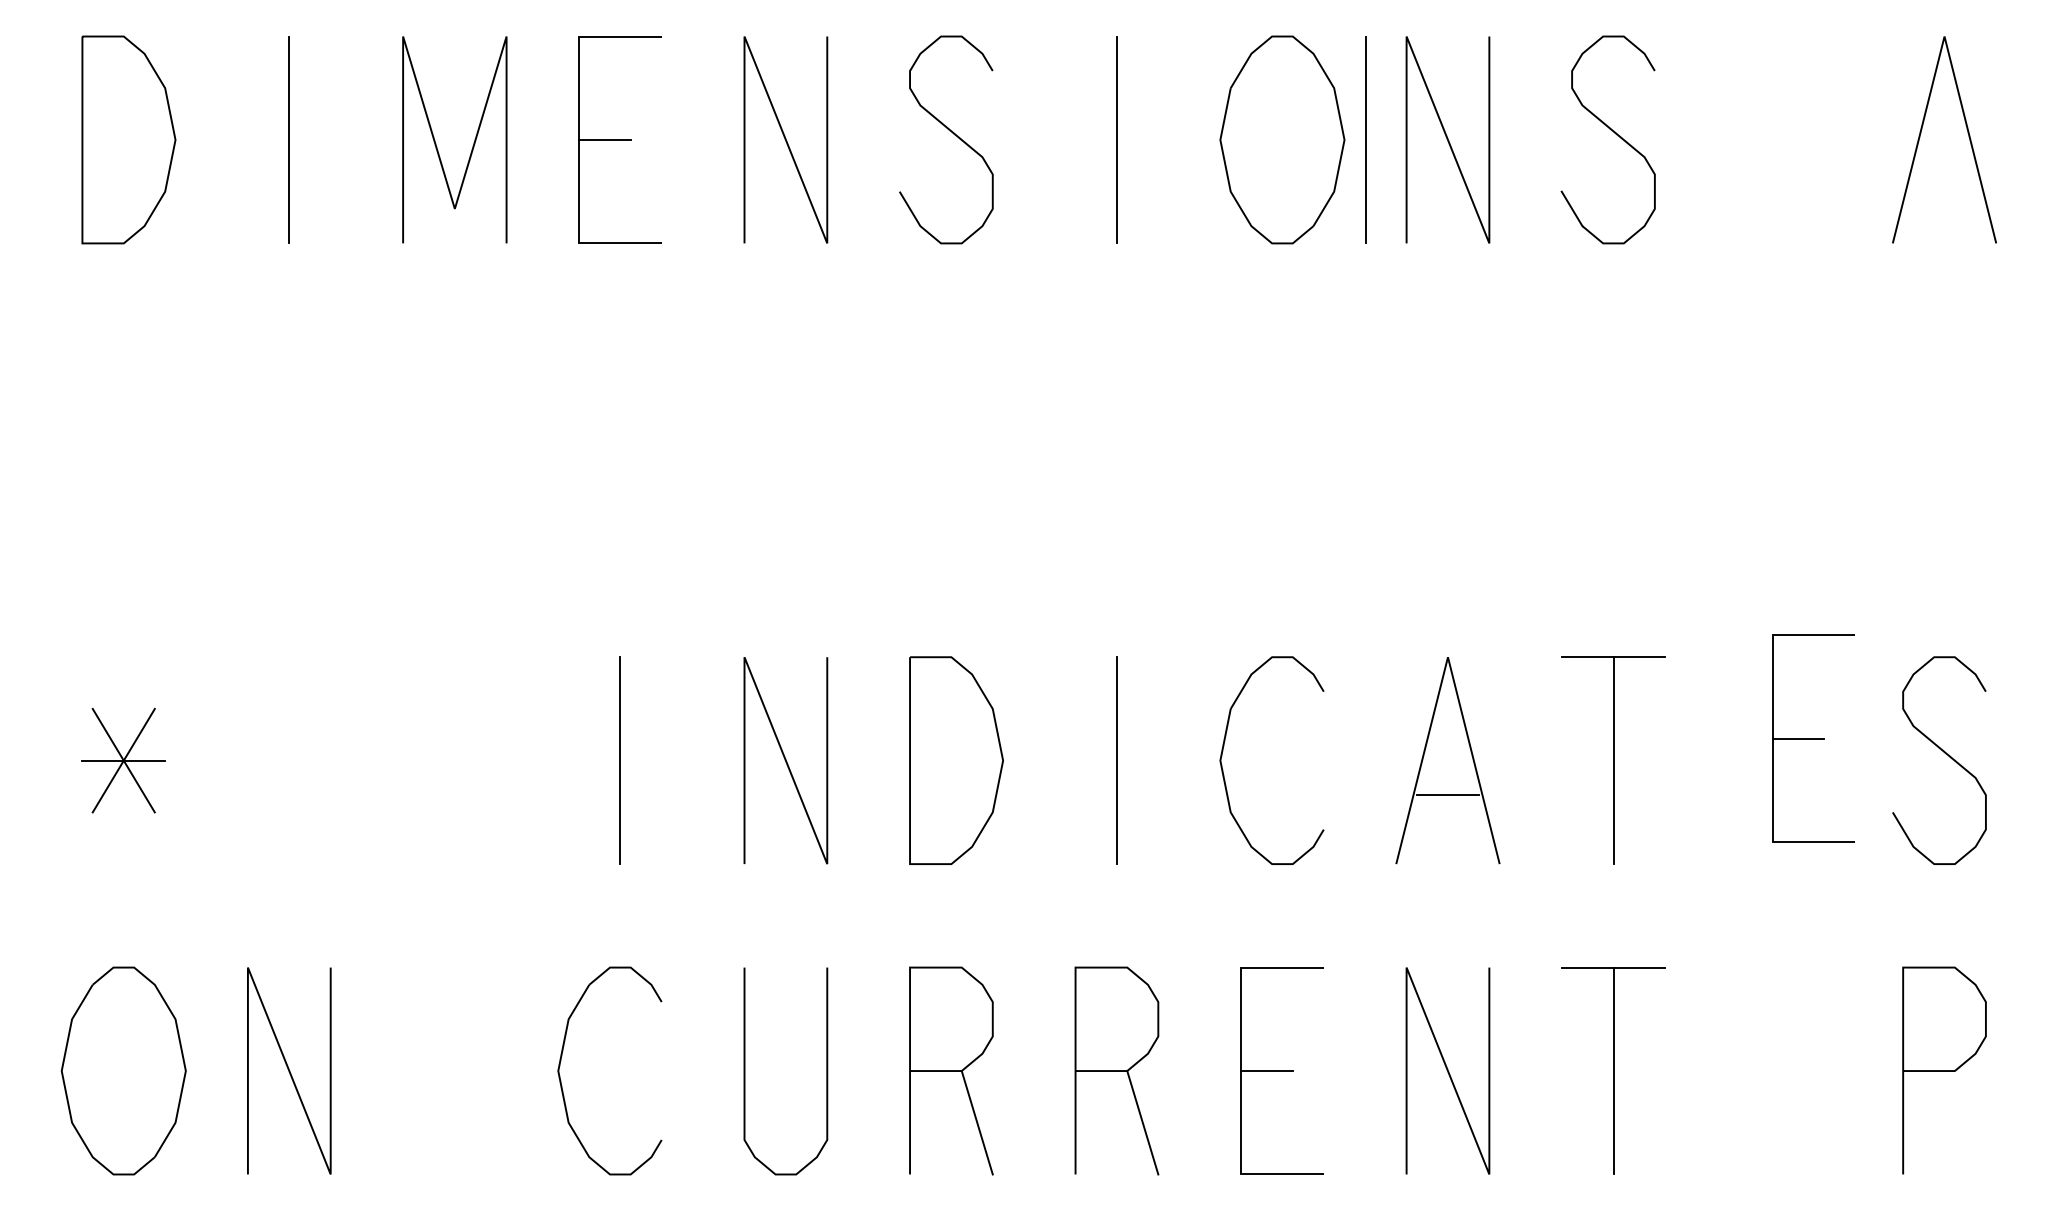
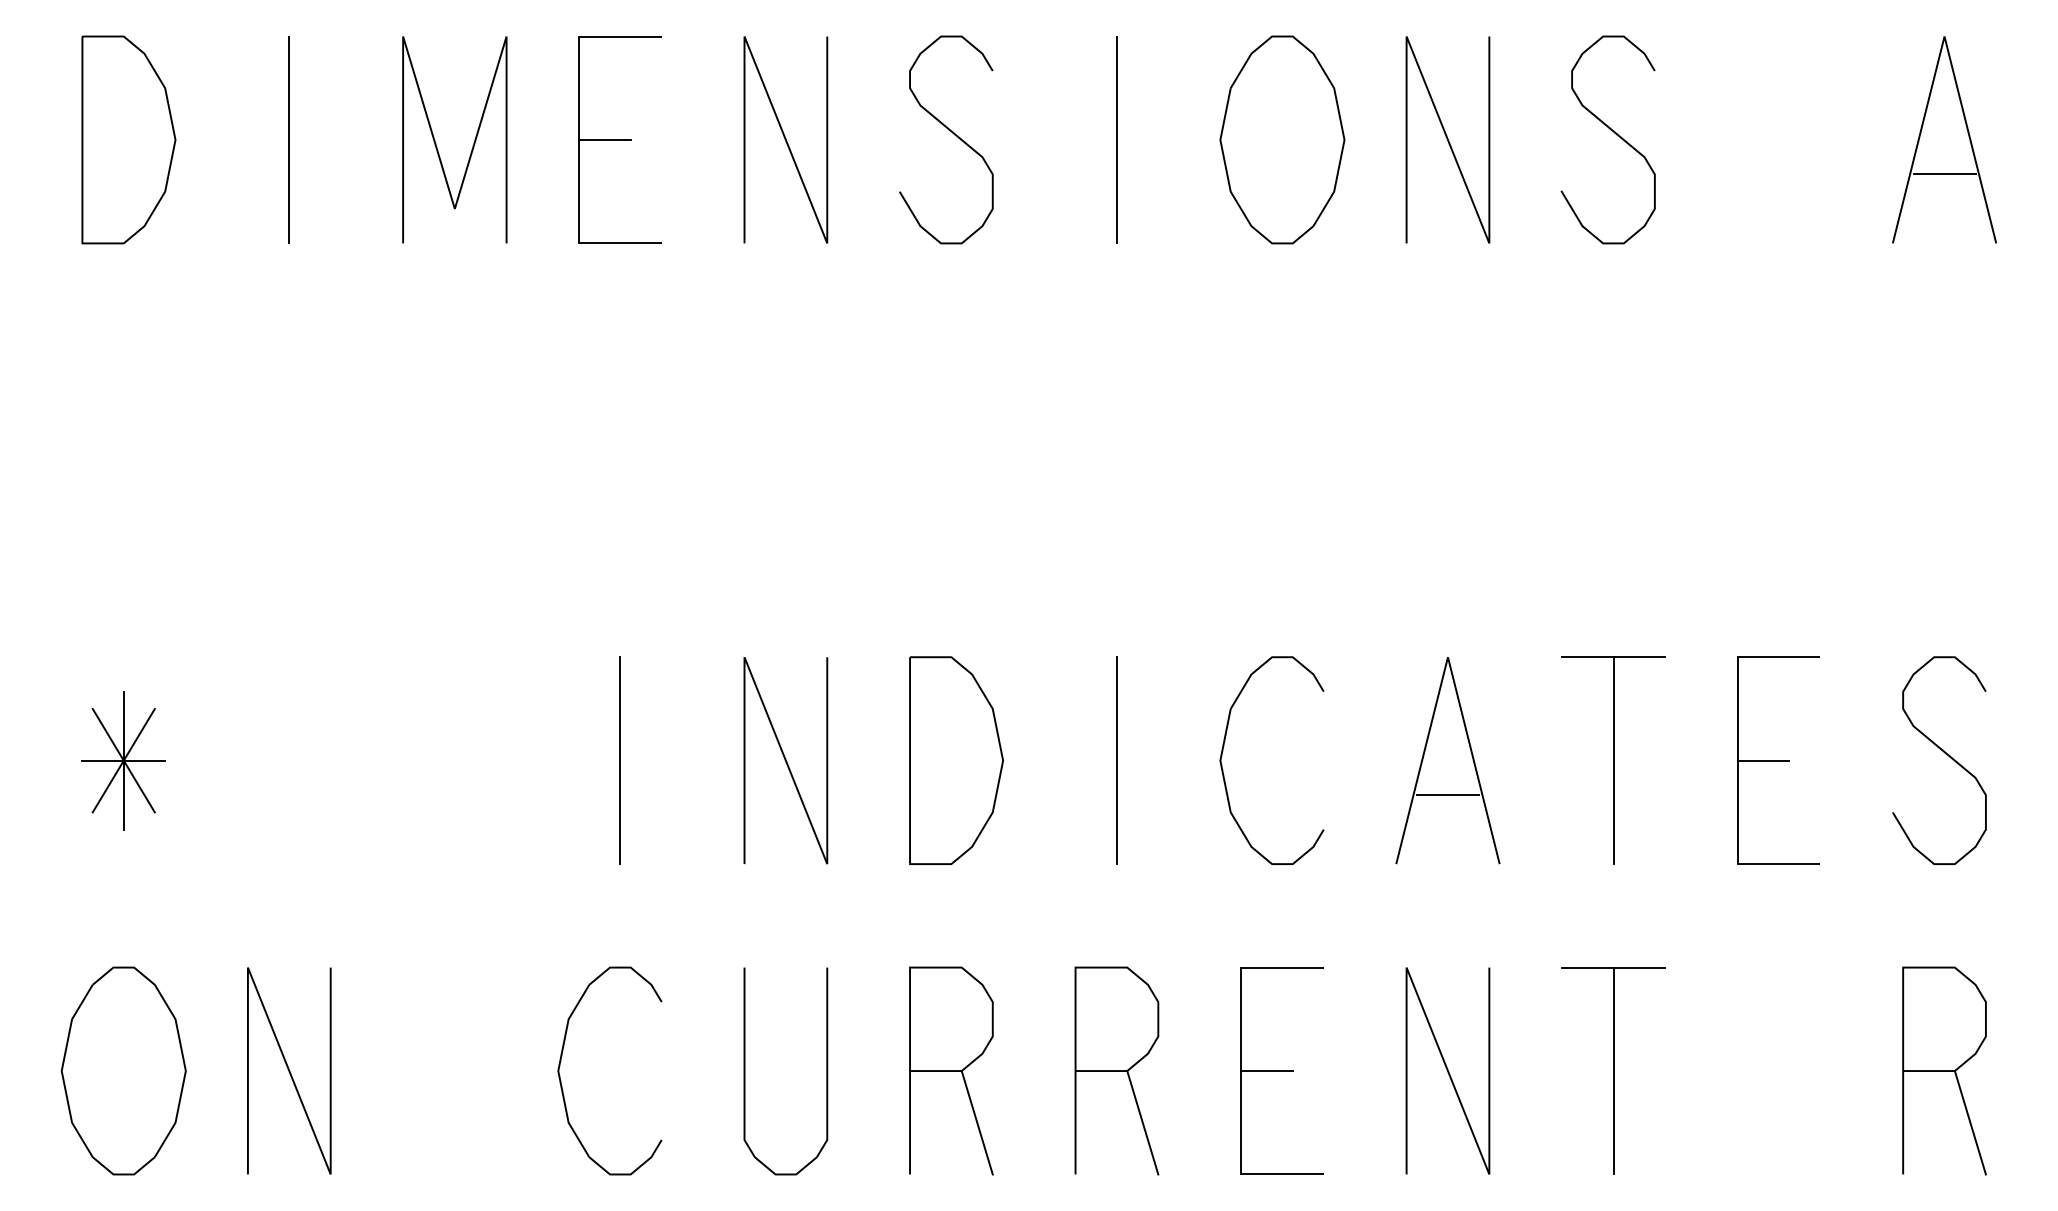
line at (1365, 139): present -> none
line at (1944, 174): none -> present
part at (1813, 738) position: (1813, 738) -> (1778, 760)
line at (123, 760): none -> present
line at (1969, 1122): none -> present
